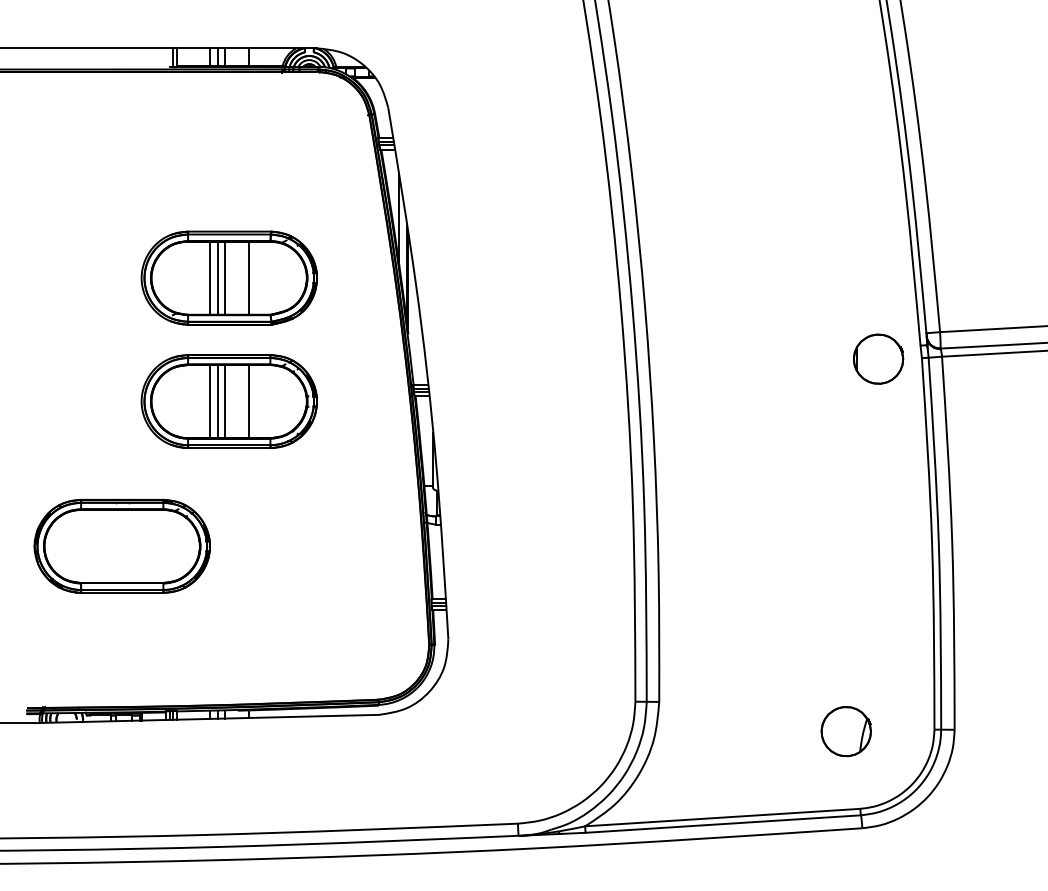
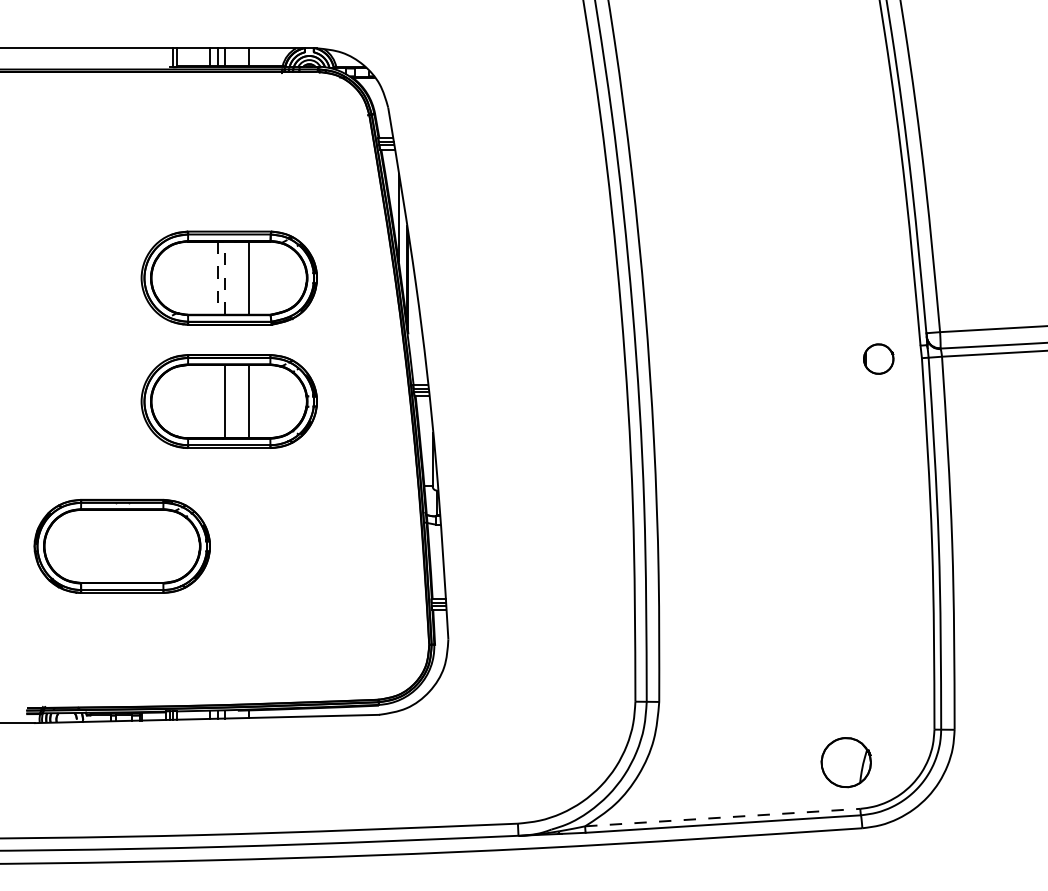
line at (209, 277): present -> none
line at (217, 278): solid -> dashed
line at (224, 278): solid -> dashed
part at (878, 358) size: 52x52 px -> 32x32 px
line at (209, 401): present -> none
line at (217, 401): present -> none
part at (845, 731) position: (845, 731) -> (845, 762)
line at (722, 817): solid -> dashed
